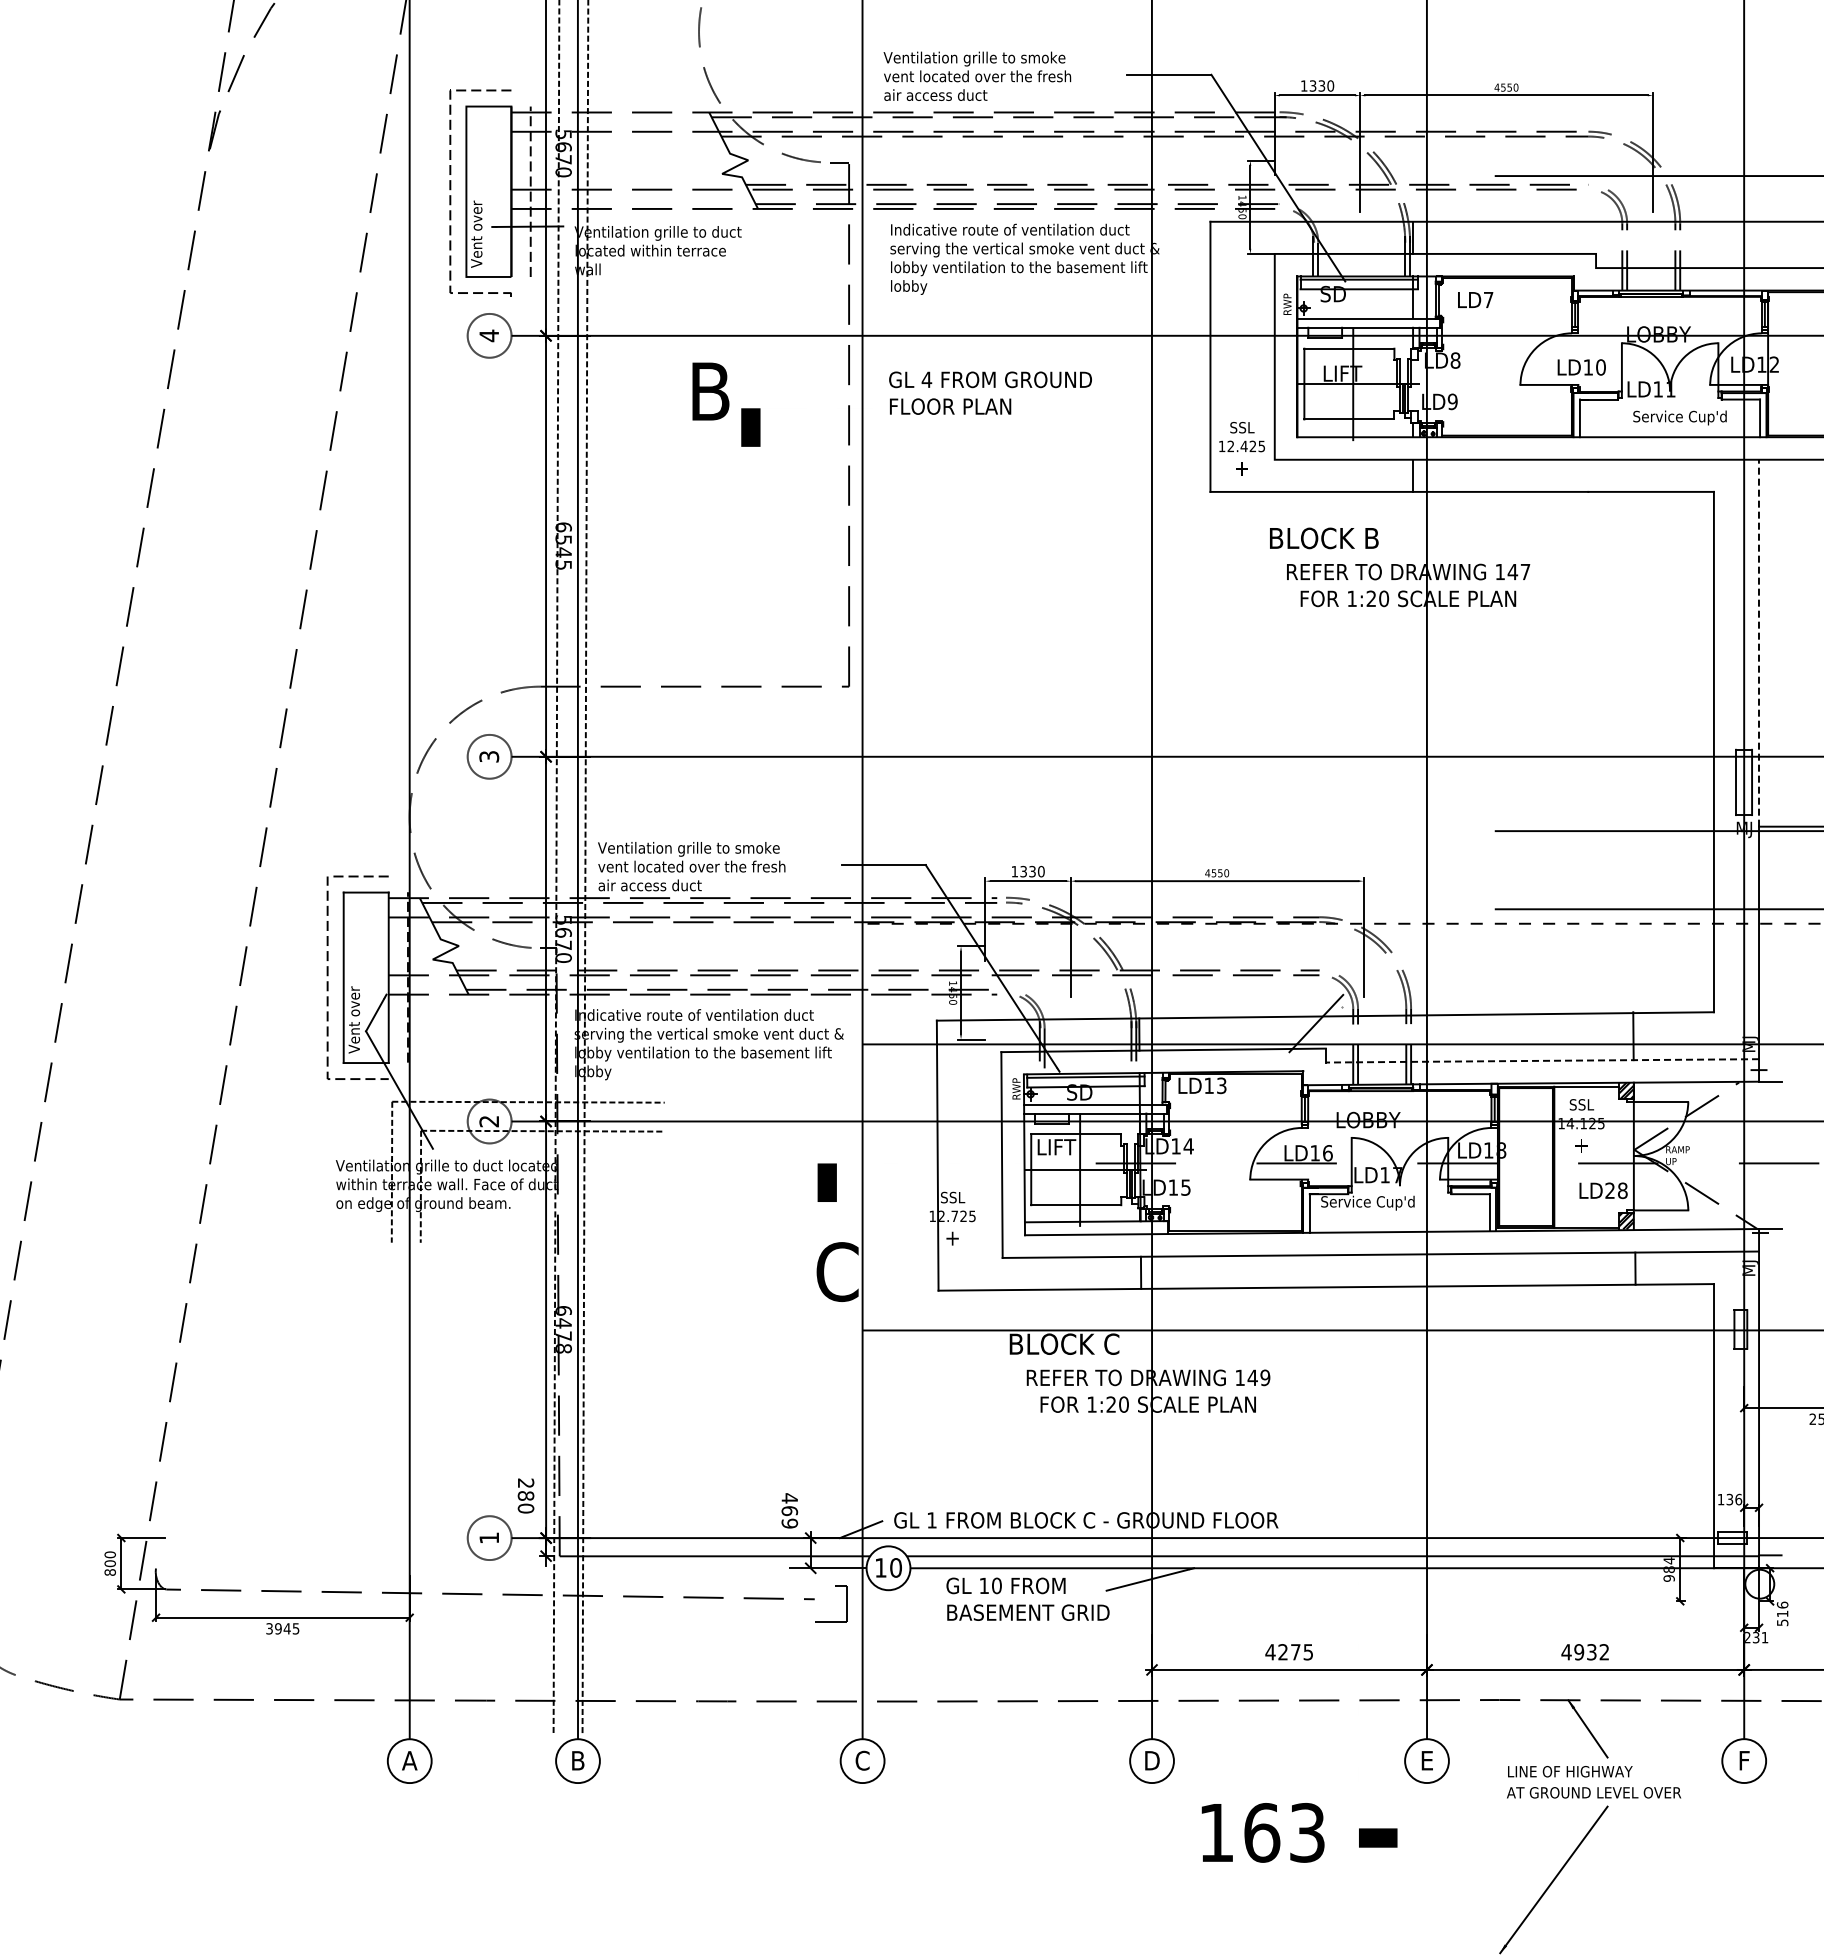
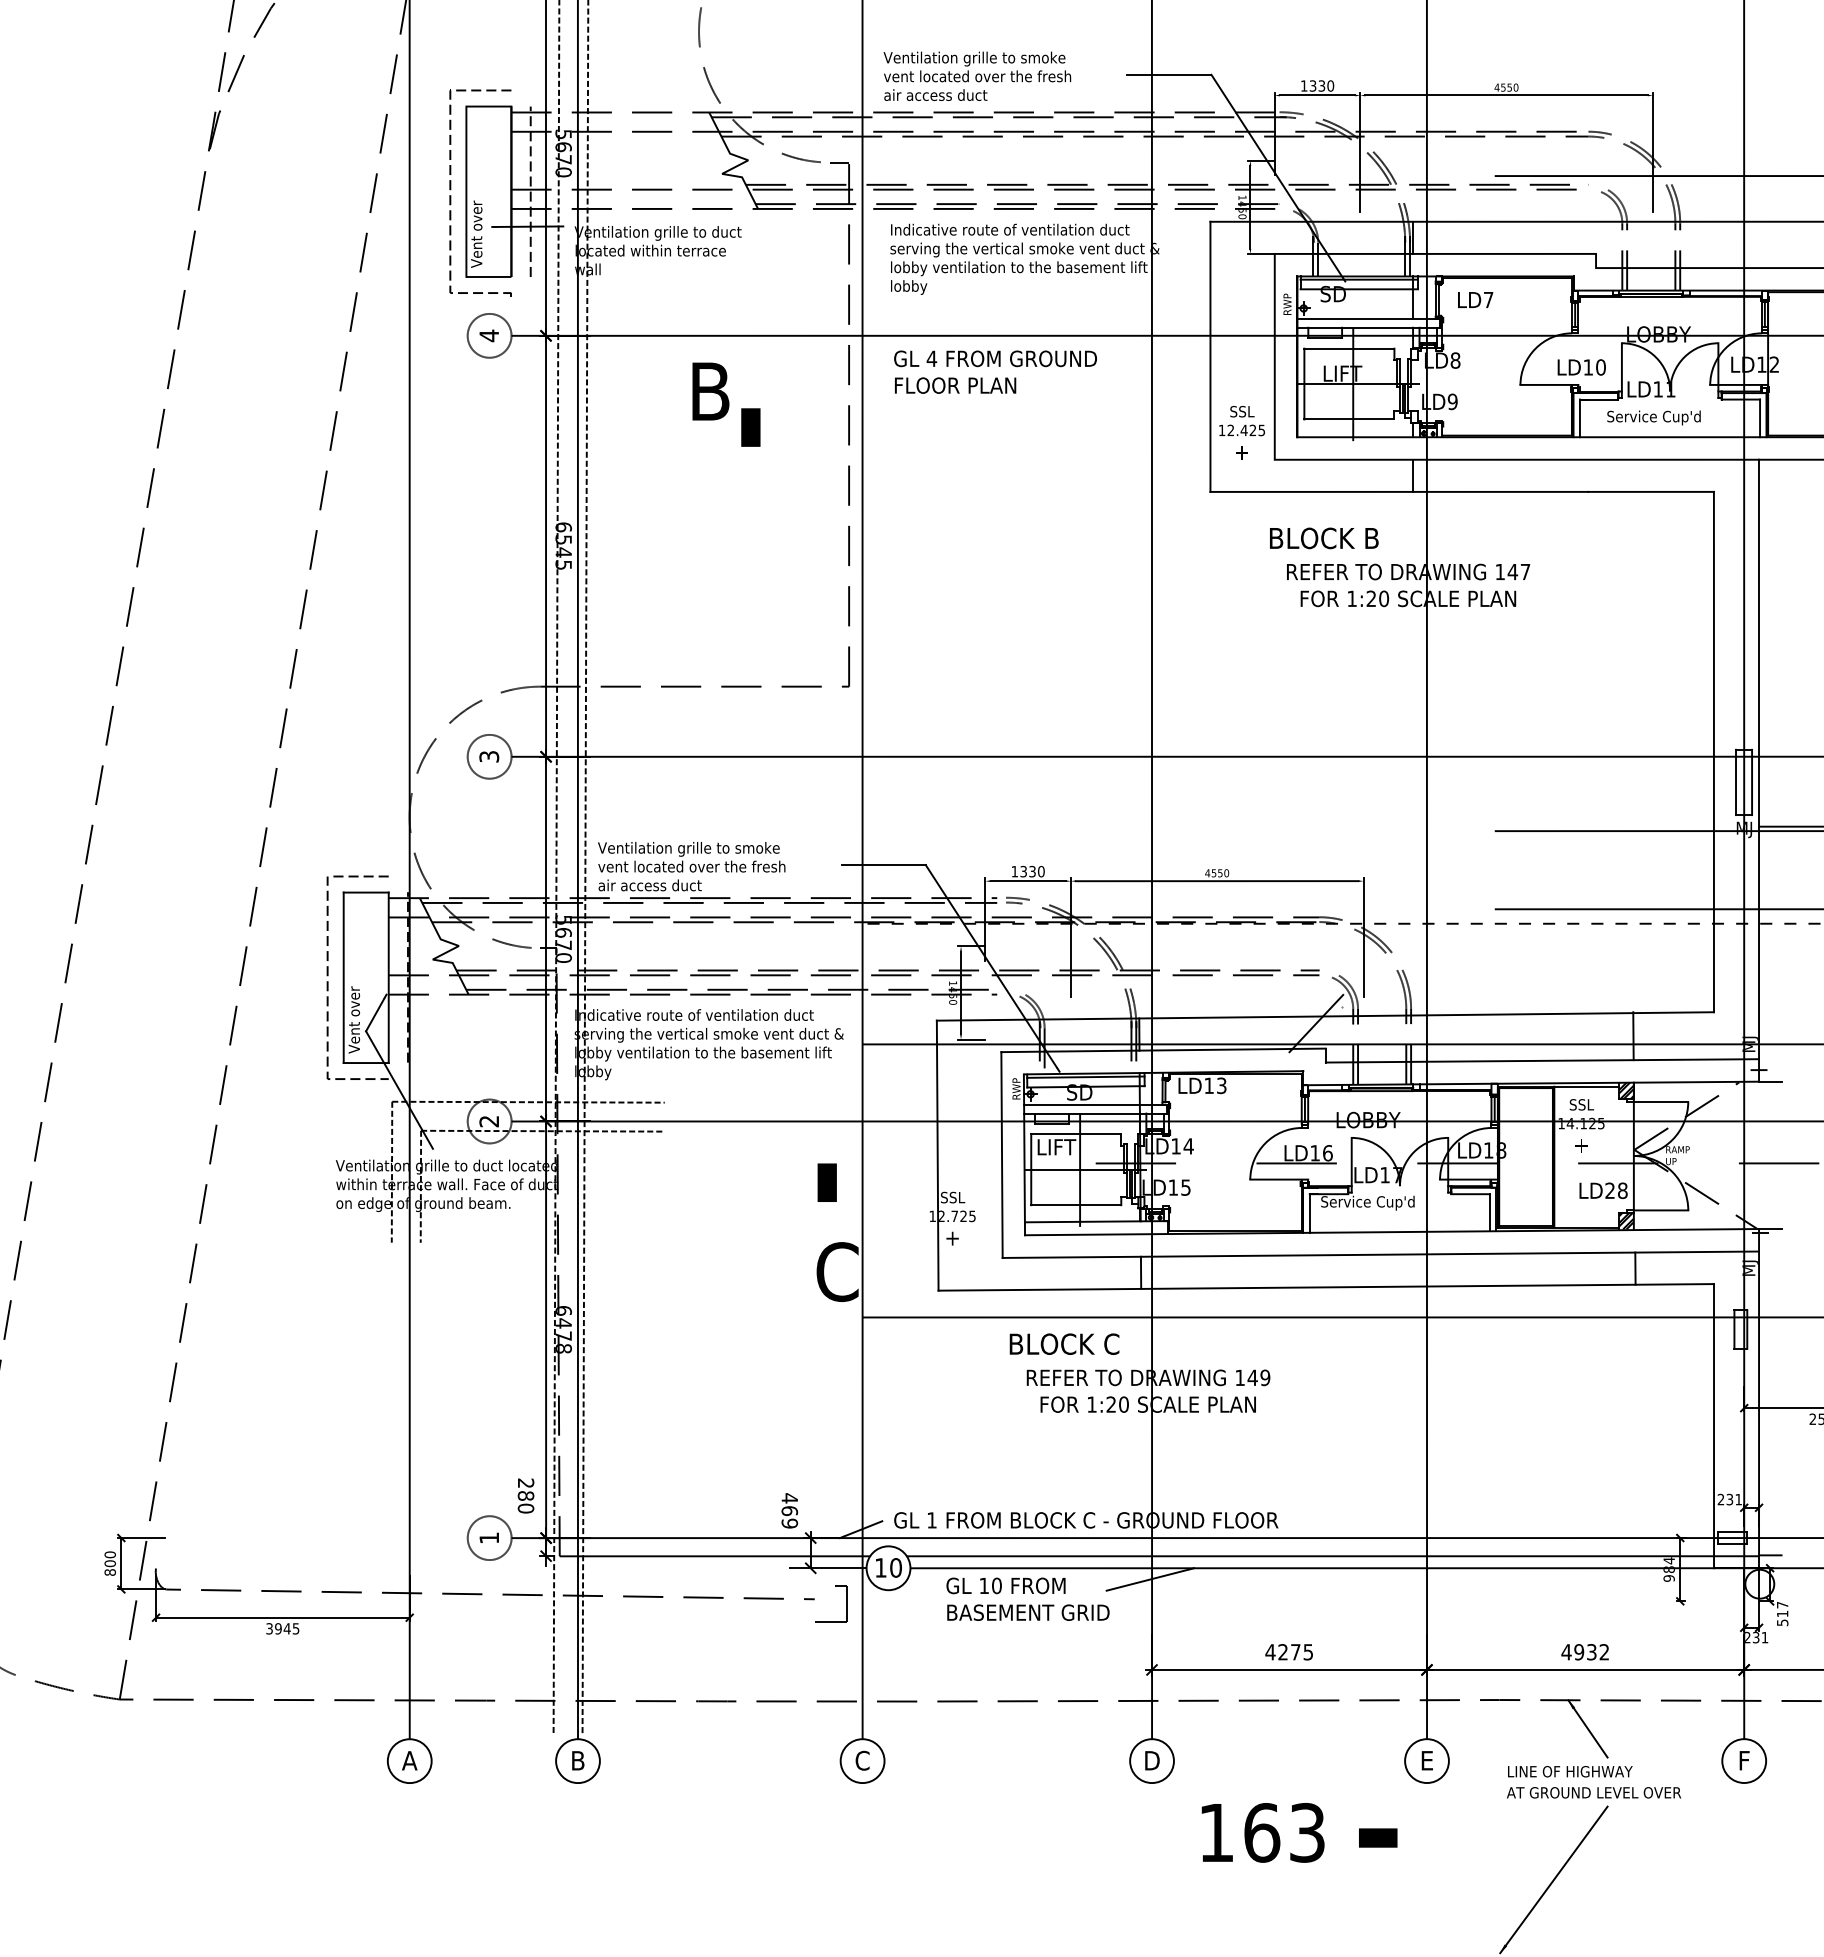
text at (990, 392) position: (990, 392) -> (995, 371)
text at (1679, 417) position: (1679, 417) -> (1653, 417)
text at (1241, 448) position: (1241, 448) -> (1241, 432)
line at (1758, 642): dashed -> solid
line at (1542, 1060): dashed -> solid
line at (1341, 1330) position: (1341, 1330) -> (1341, 1317)
text at (1729, 1499): 136 -> 231
text at (1782, 1604): 516 -> 517
